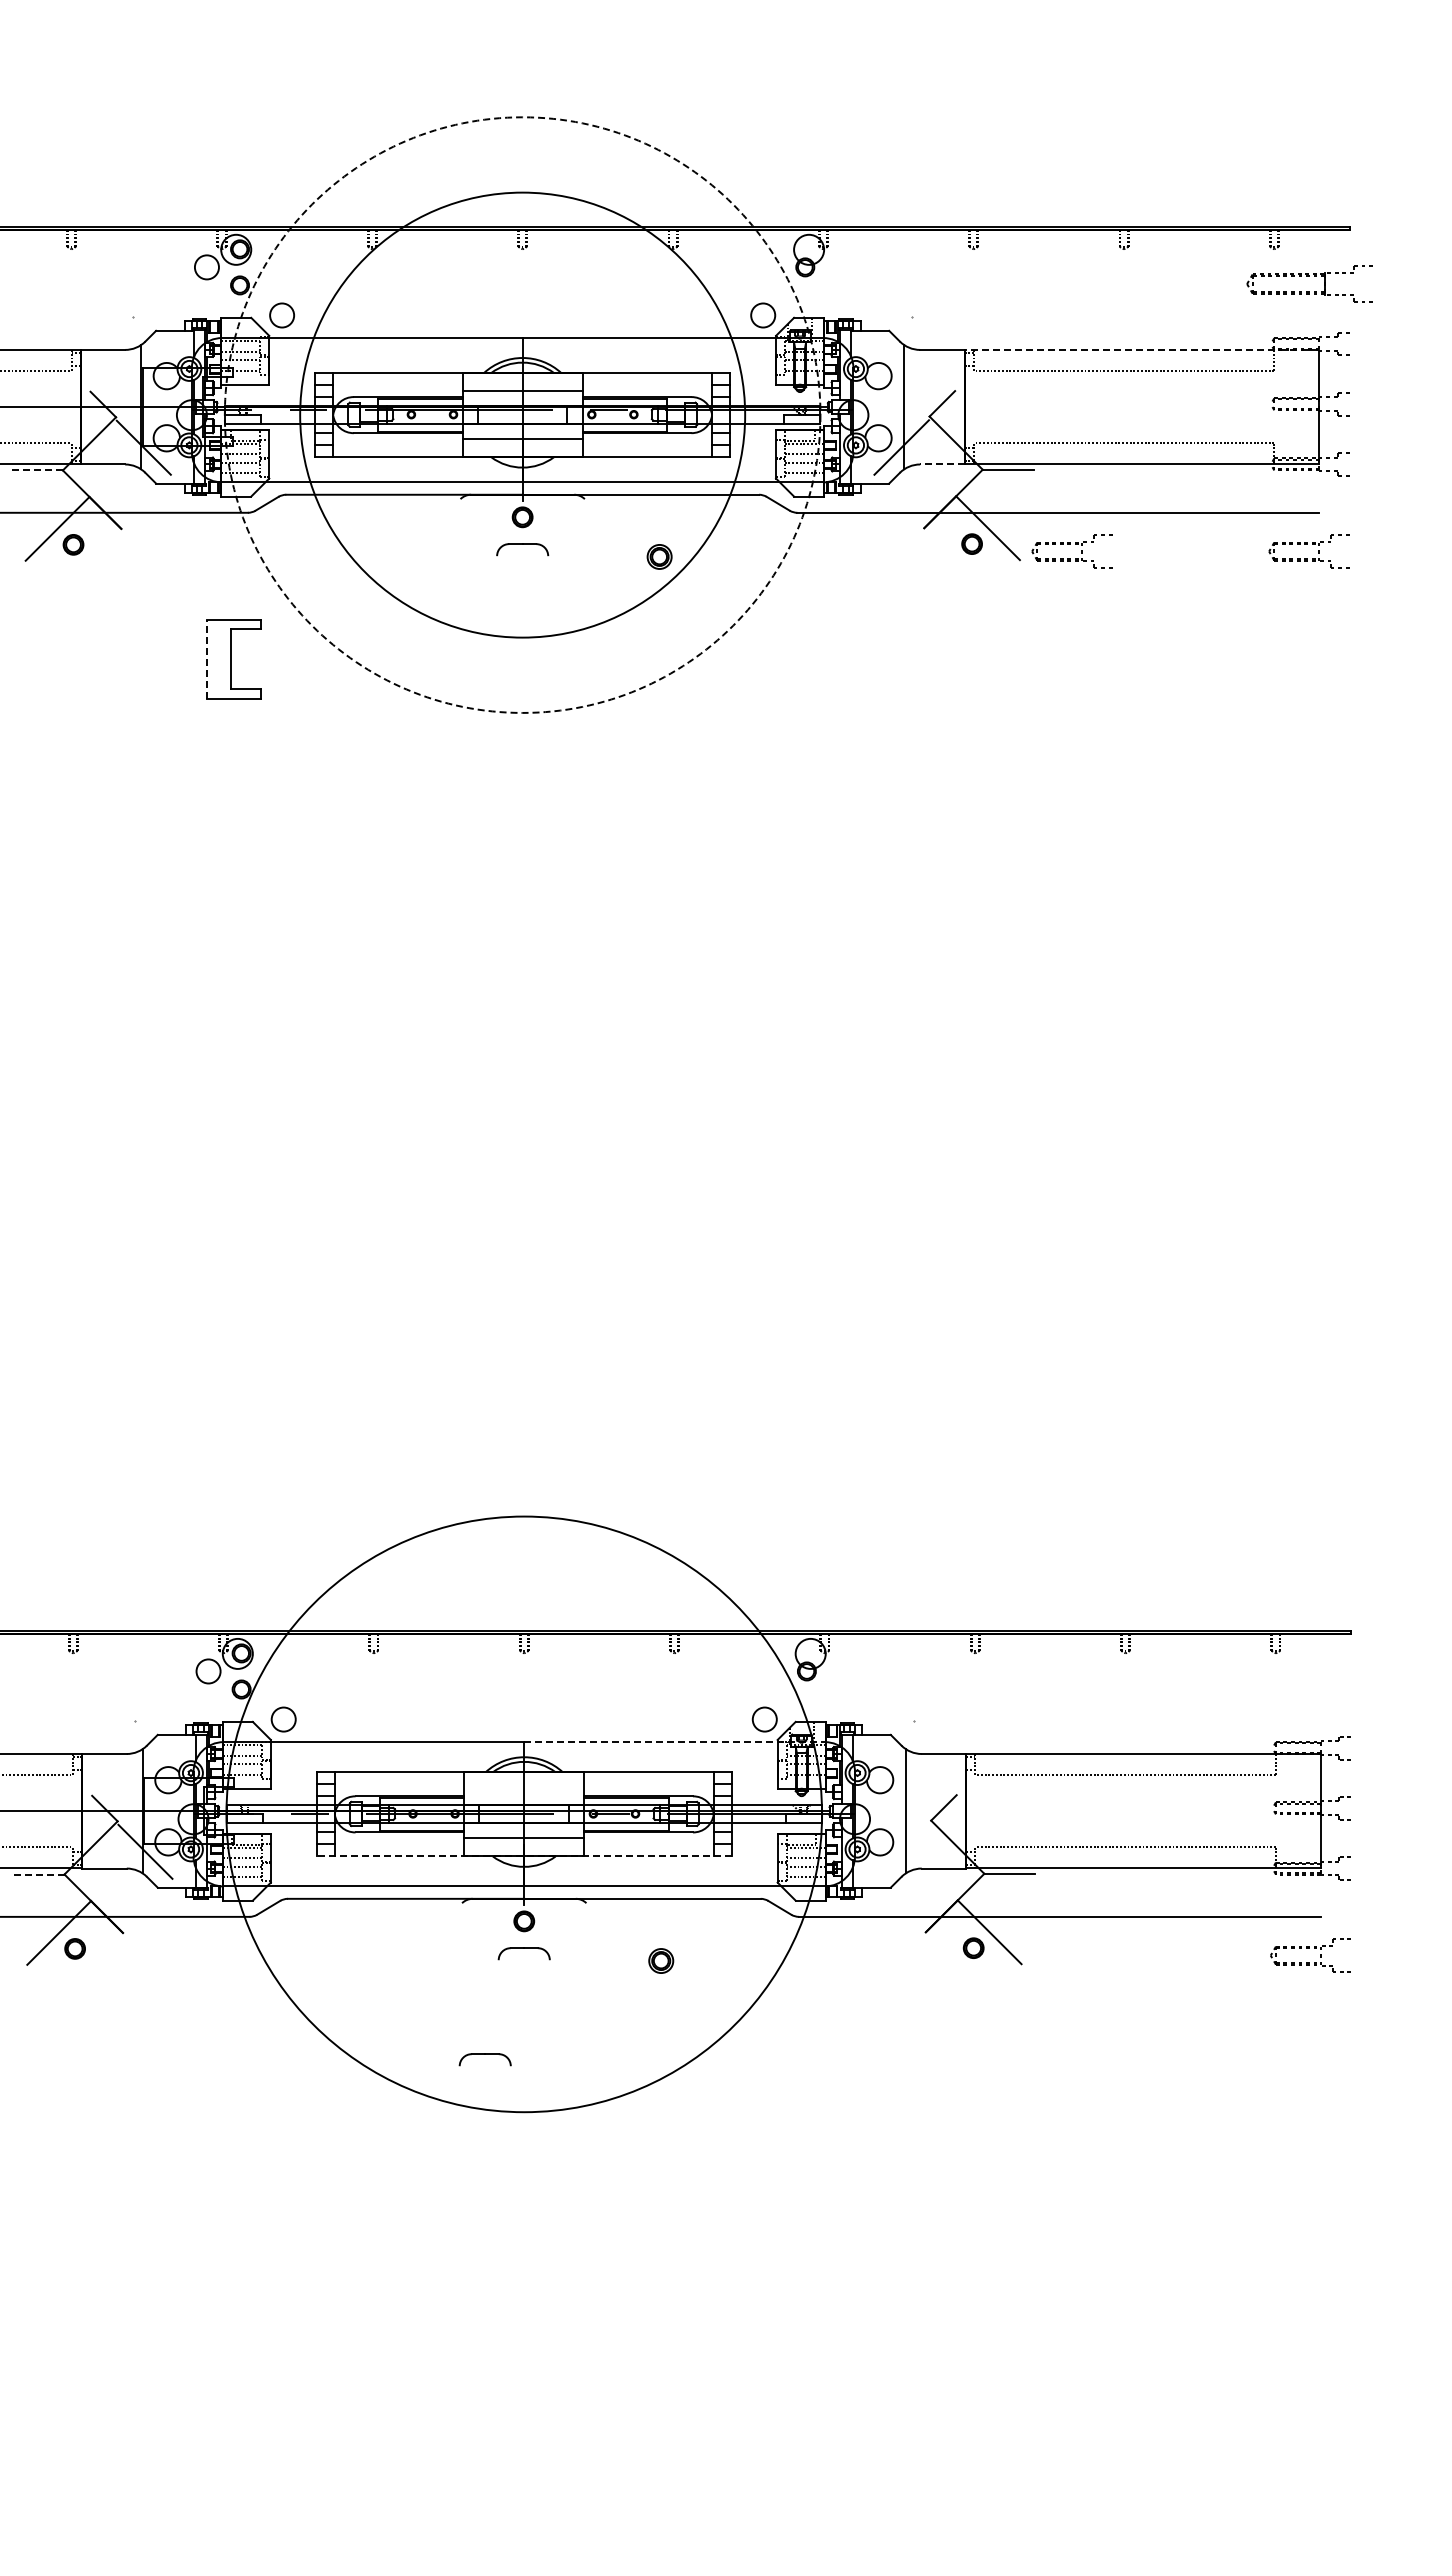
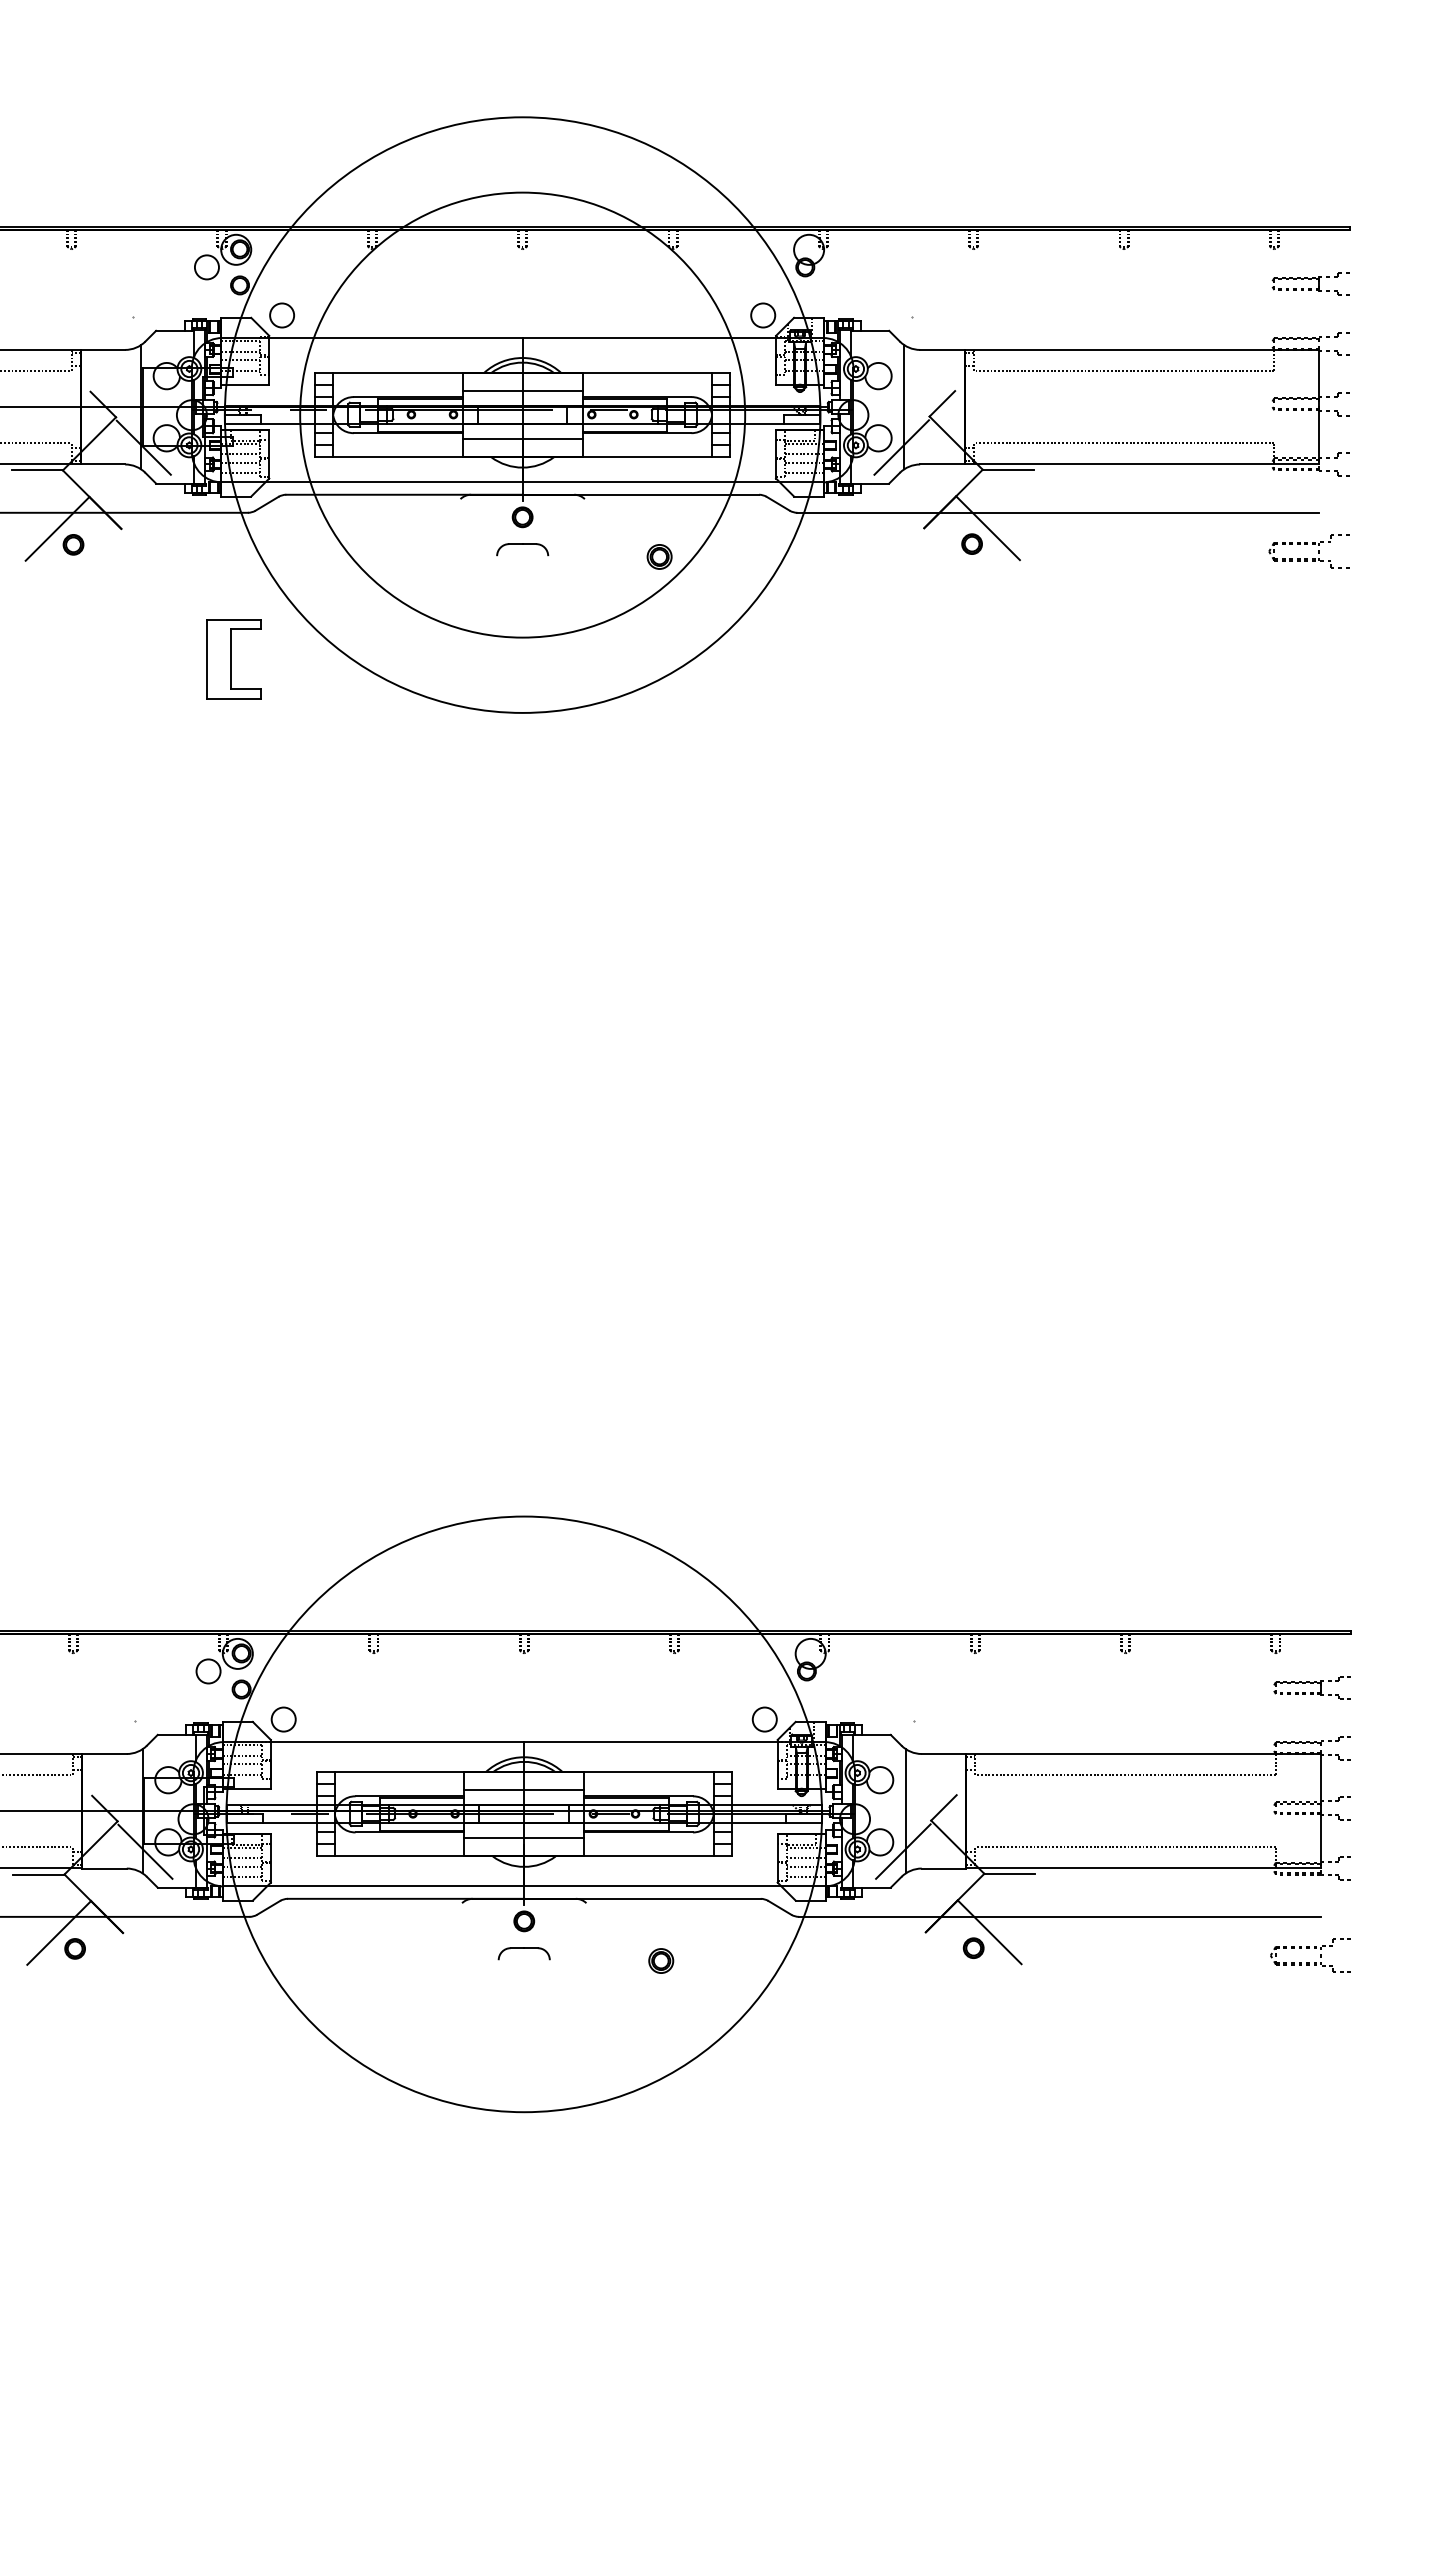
part at (1309, 283) size: 127x38 px -> 79x24 px
line at (1141, 350): dashed -> solid
circle at (522, 414): dashed -> solid
line at (941, 464): dashed -> solid
line at (37, 470): dashed -> solid
part at (1070, 544): present -> none
line at (207, 658): dashed -> solid
part at (1311, 1687): none -> present
line at (675, 1742): dashed -> solid
line at (524, 1790): none -> present
line at (903, 1851): none -> present
line at (523, 1856): dashed -> solid
line at (39, 1874): dashed -> solid
part at (484, 2059): present -> none
